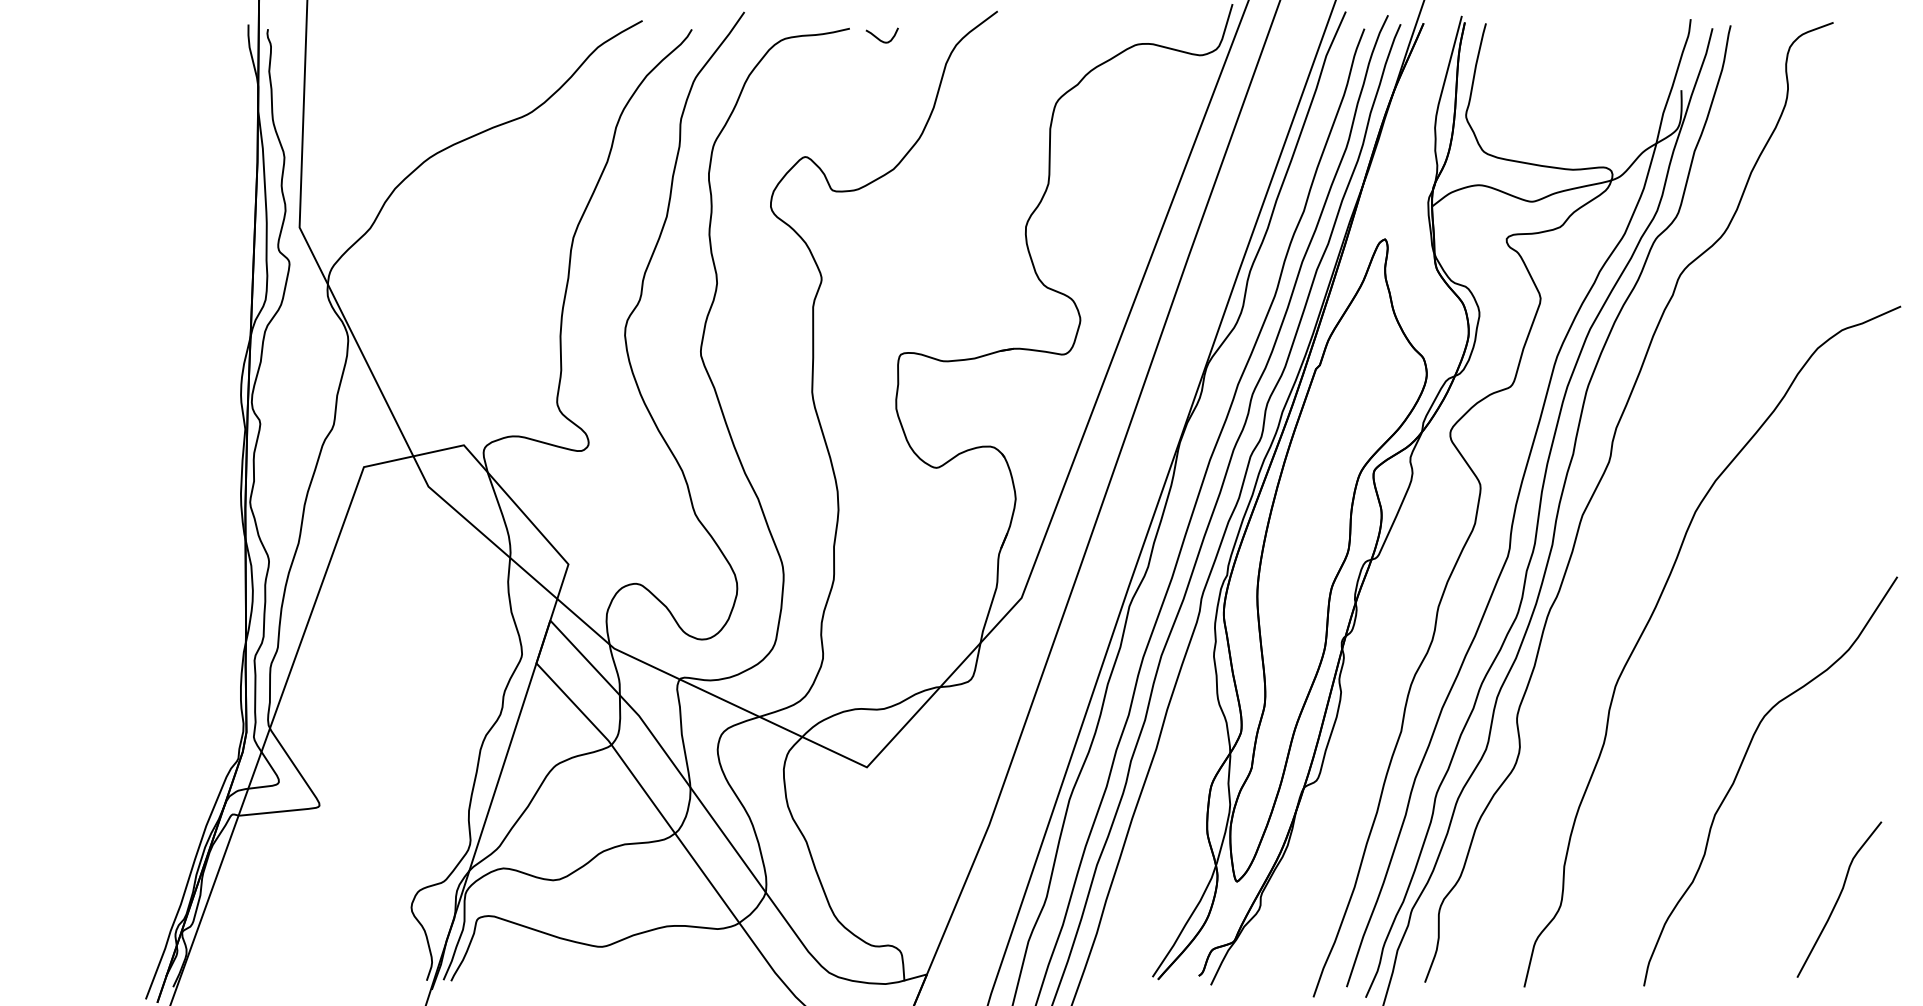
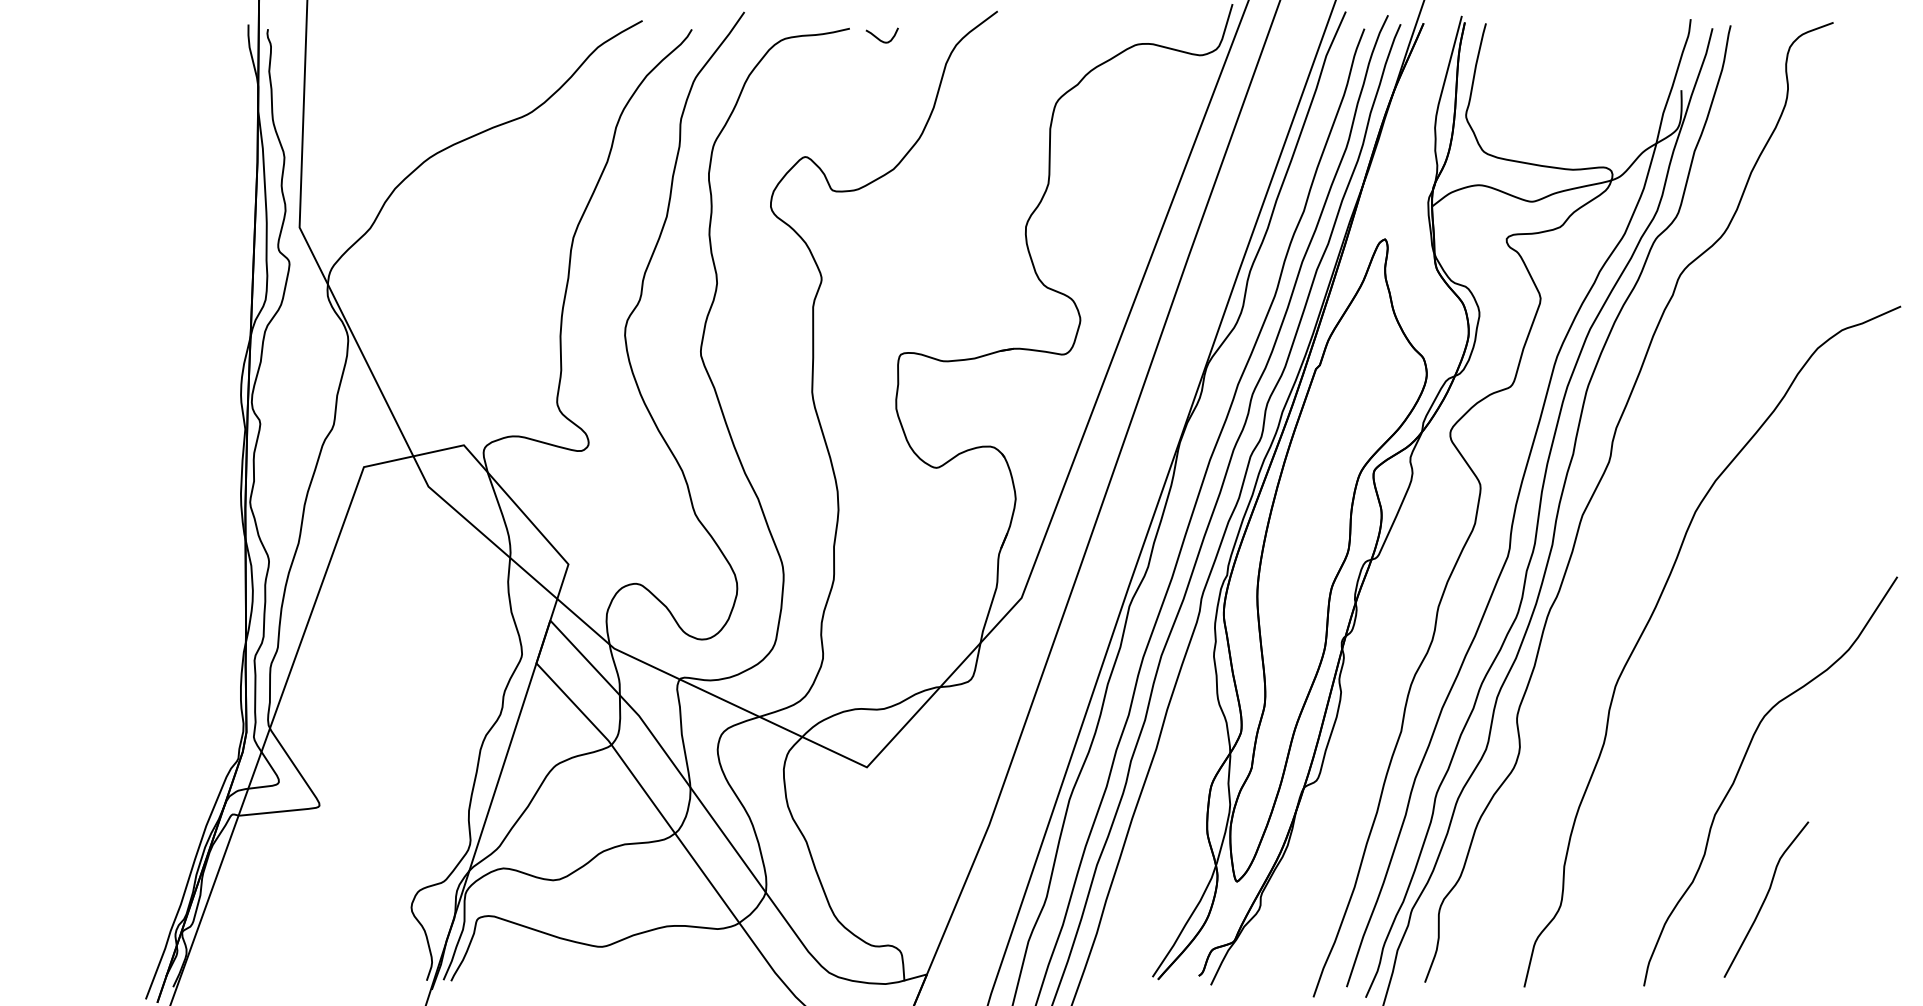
curve at (1839, 898) position: (1839, 898) -> (1766, 898)
